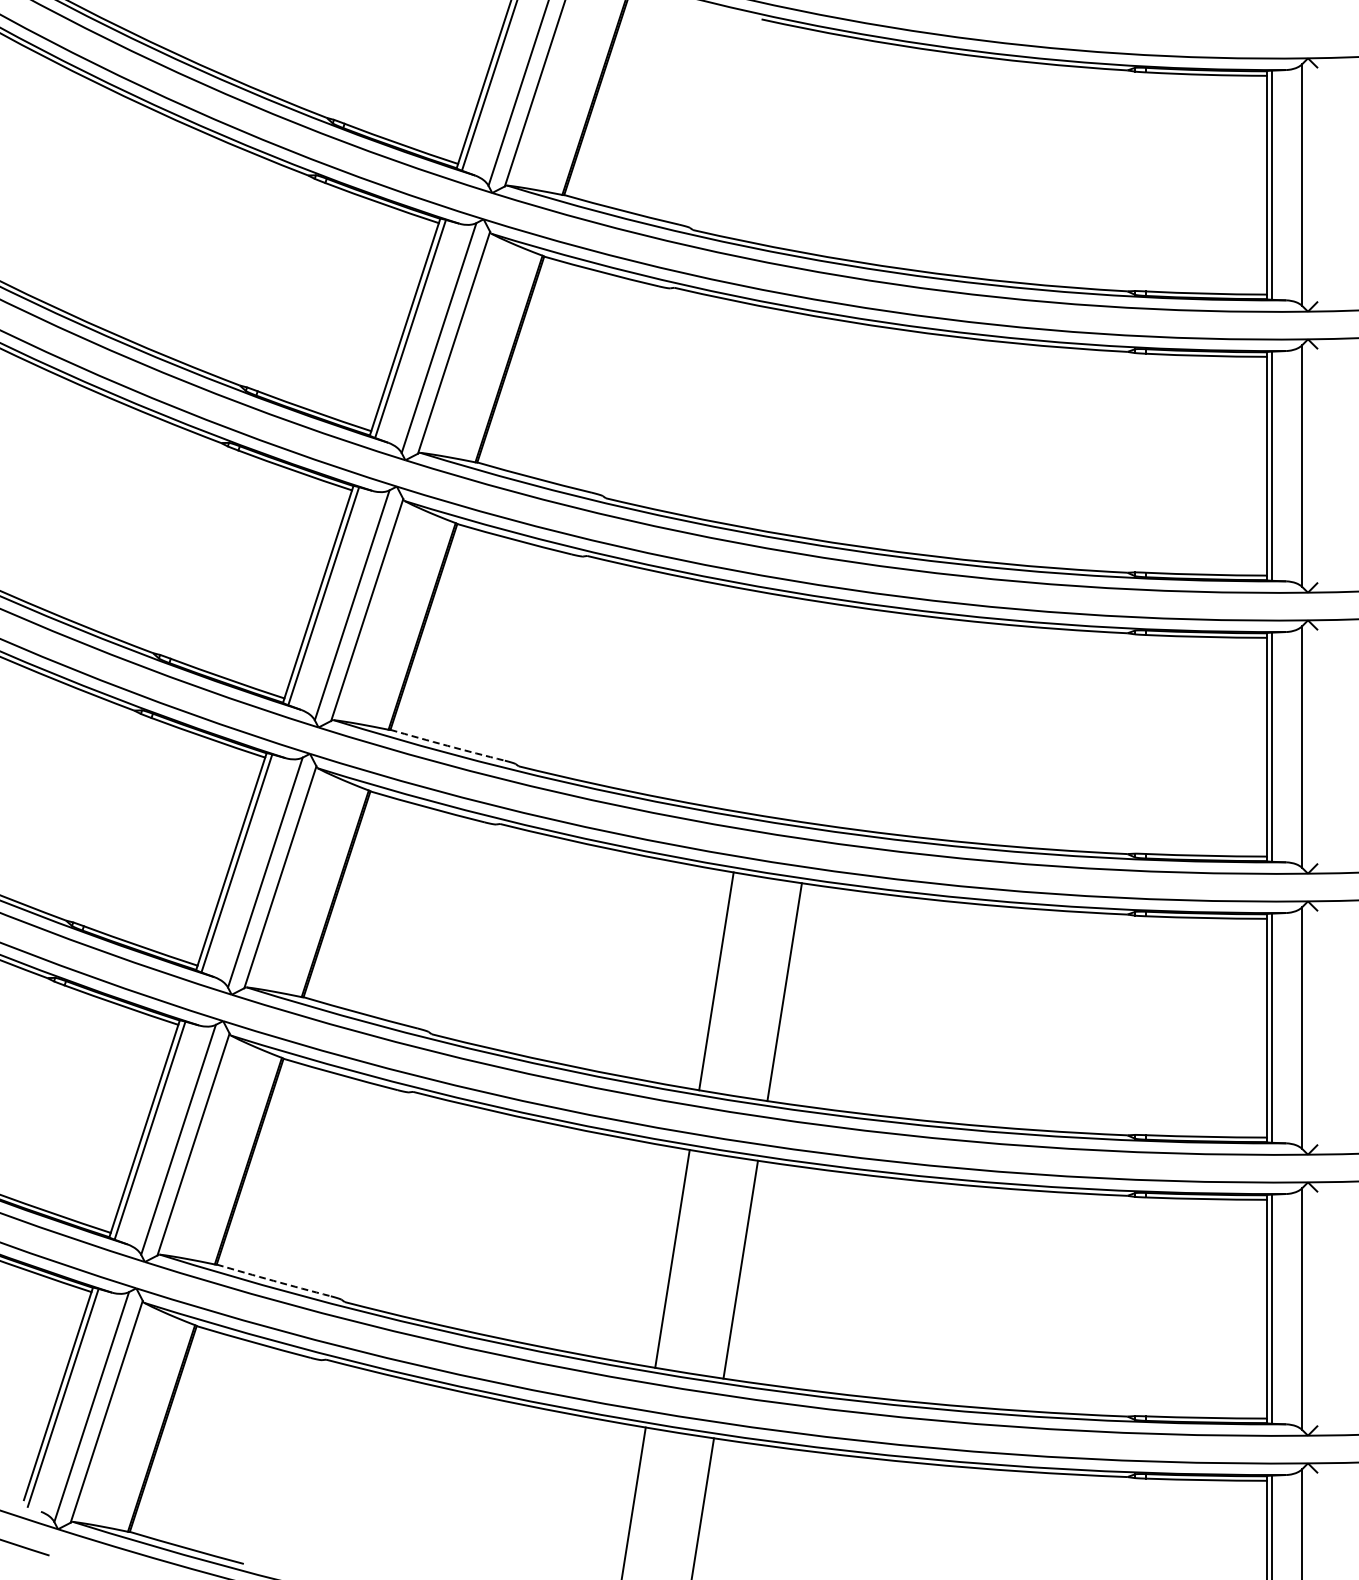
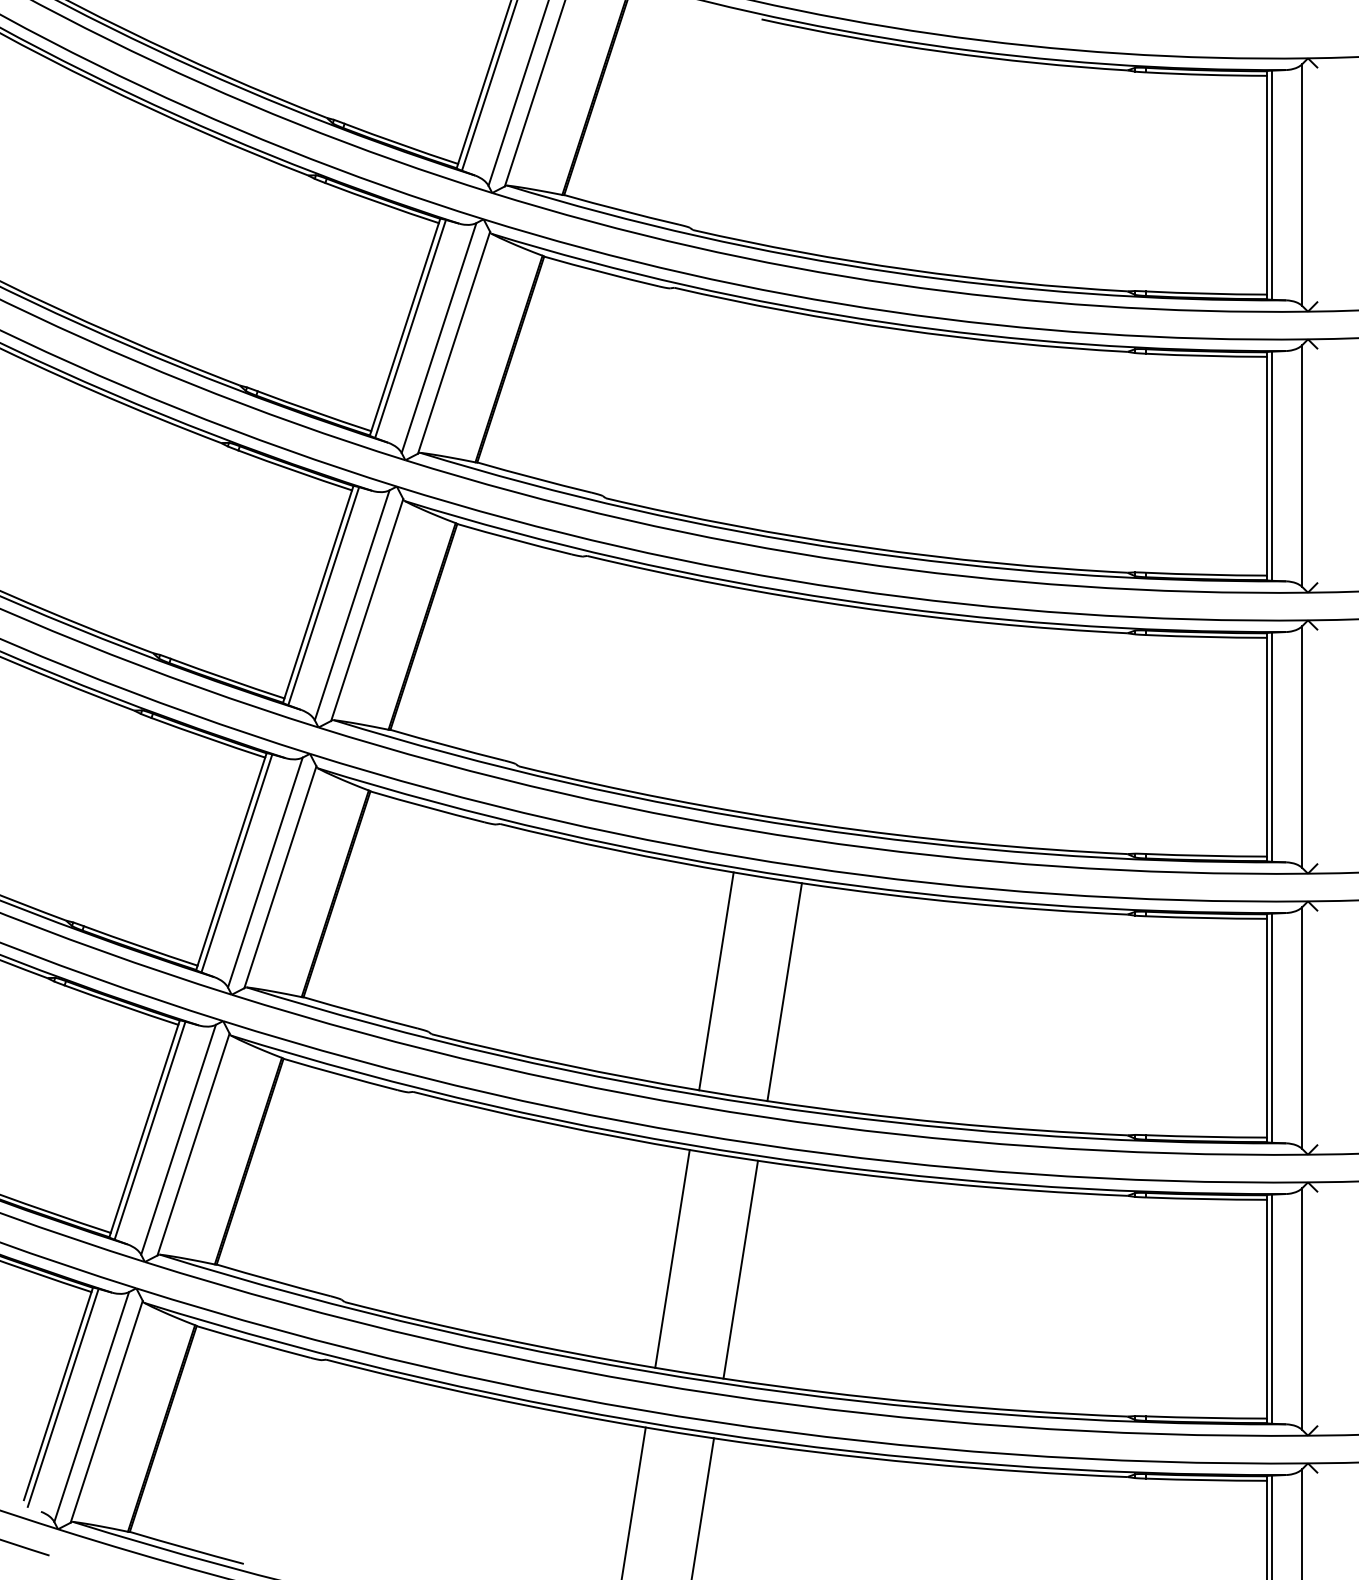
arc at (447, 745): dashed -> solid
arc at (273, 1280): dashed -> solid
